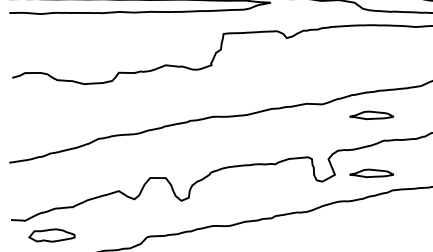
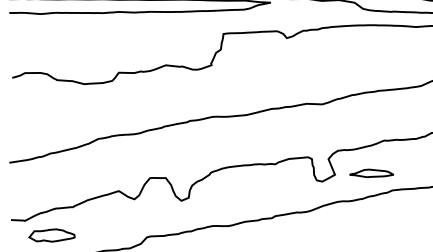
part at (371, 115): present -> none
